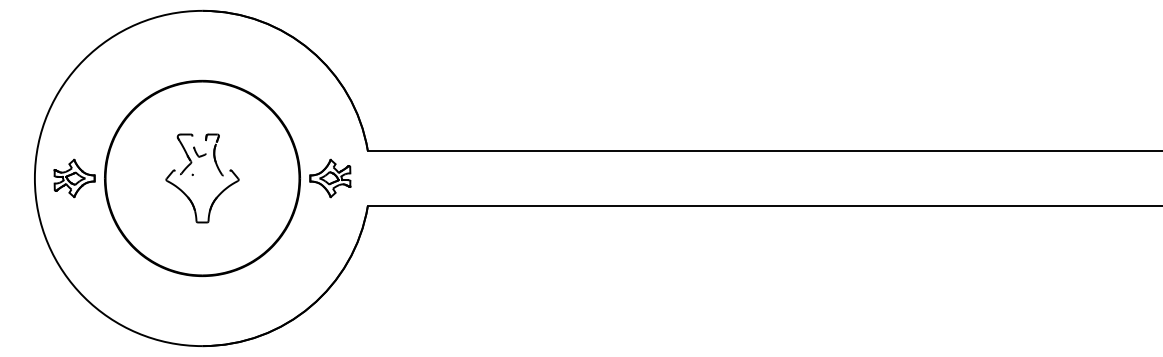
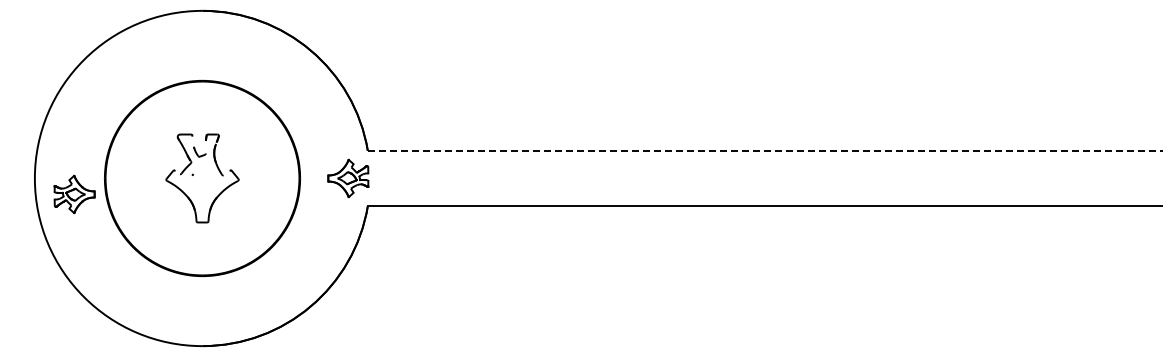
line at (765, 150): solid -> dashed
part at (74, 178) position: (74, 178) -> (74, 194)
part at (330, 178) position: (330, 178) -> (348, 178)
